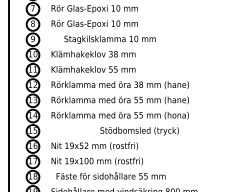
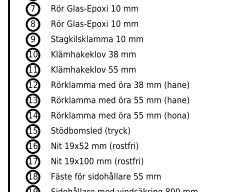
text at (109, 39) position: (109, 39) -> (96, 39)
text at (139, 131) position: (139, 131) -> (90, 131)
text at (110, 175) position: (110, 175) -> (105, 175)
